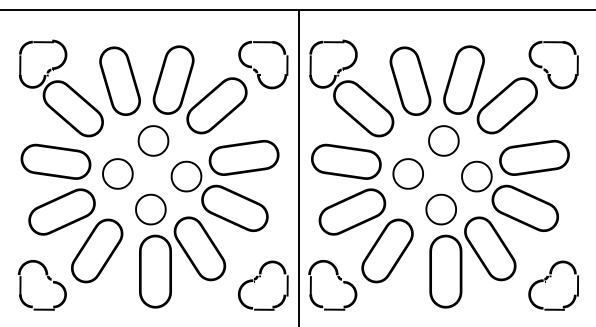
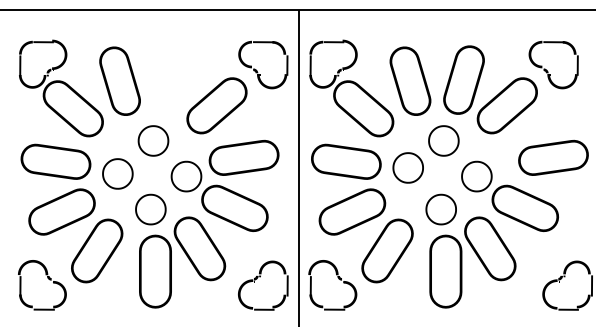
part at (173, 79): present -> none
part at (534, 157) position: (534, 157) -> (553, 157)
part at (407, 173) position: (407, 173) -> (407, 167)
part at (553, 285) position: (553, 285) -> (567, 285)
